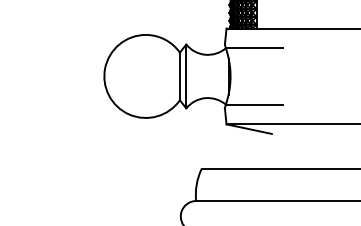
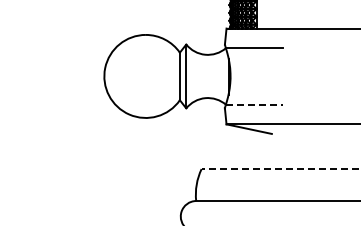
line at (254, 105): solid -> dashed
line at (280, 169): solid -> dashed
